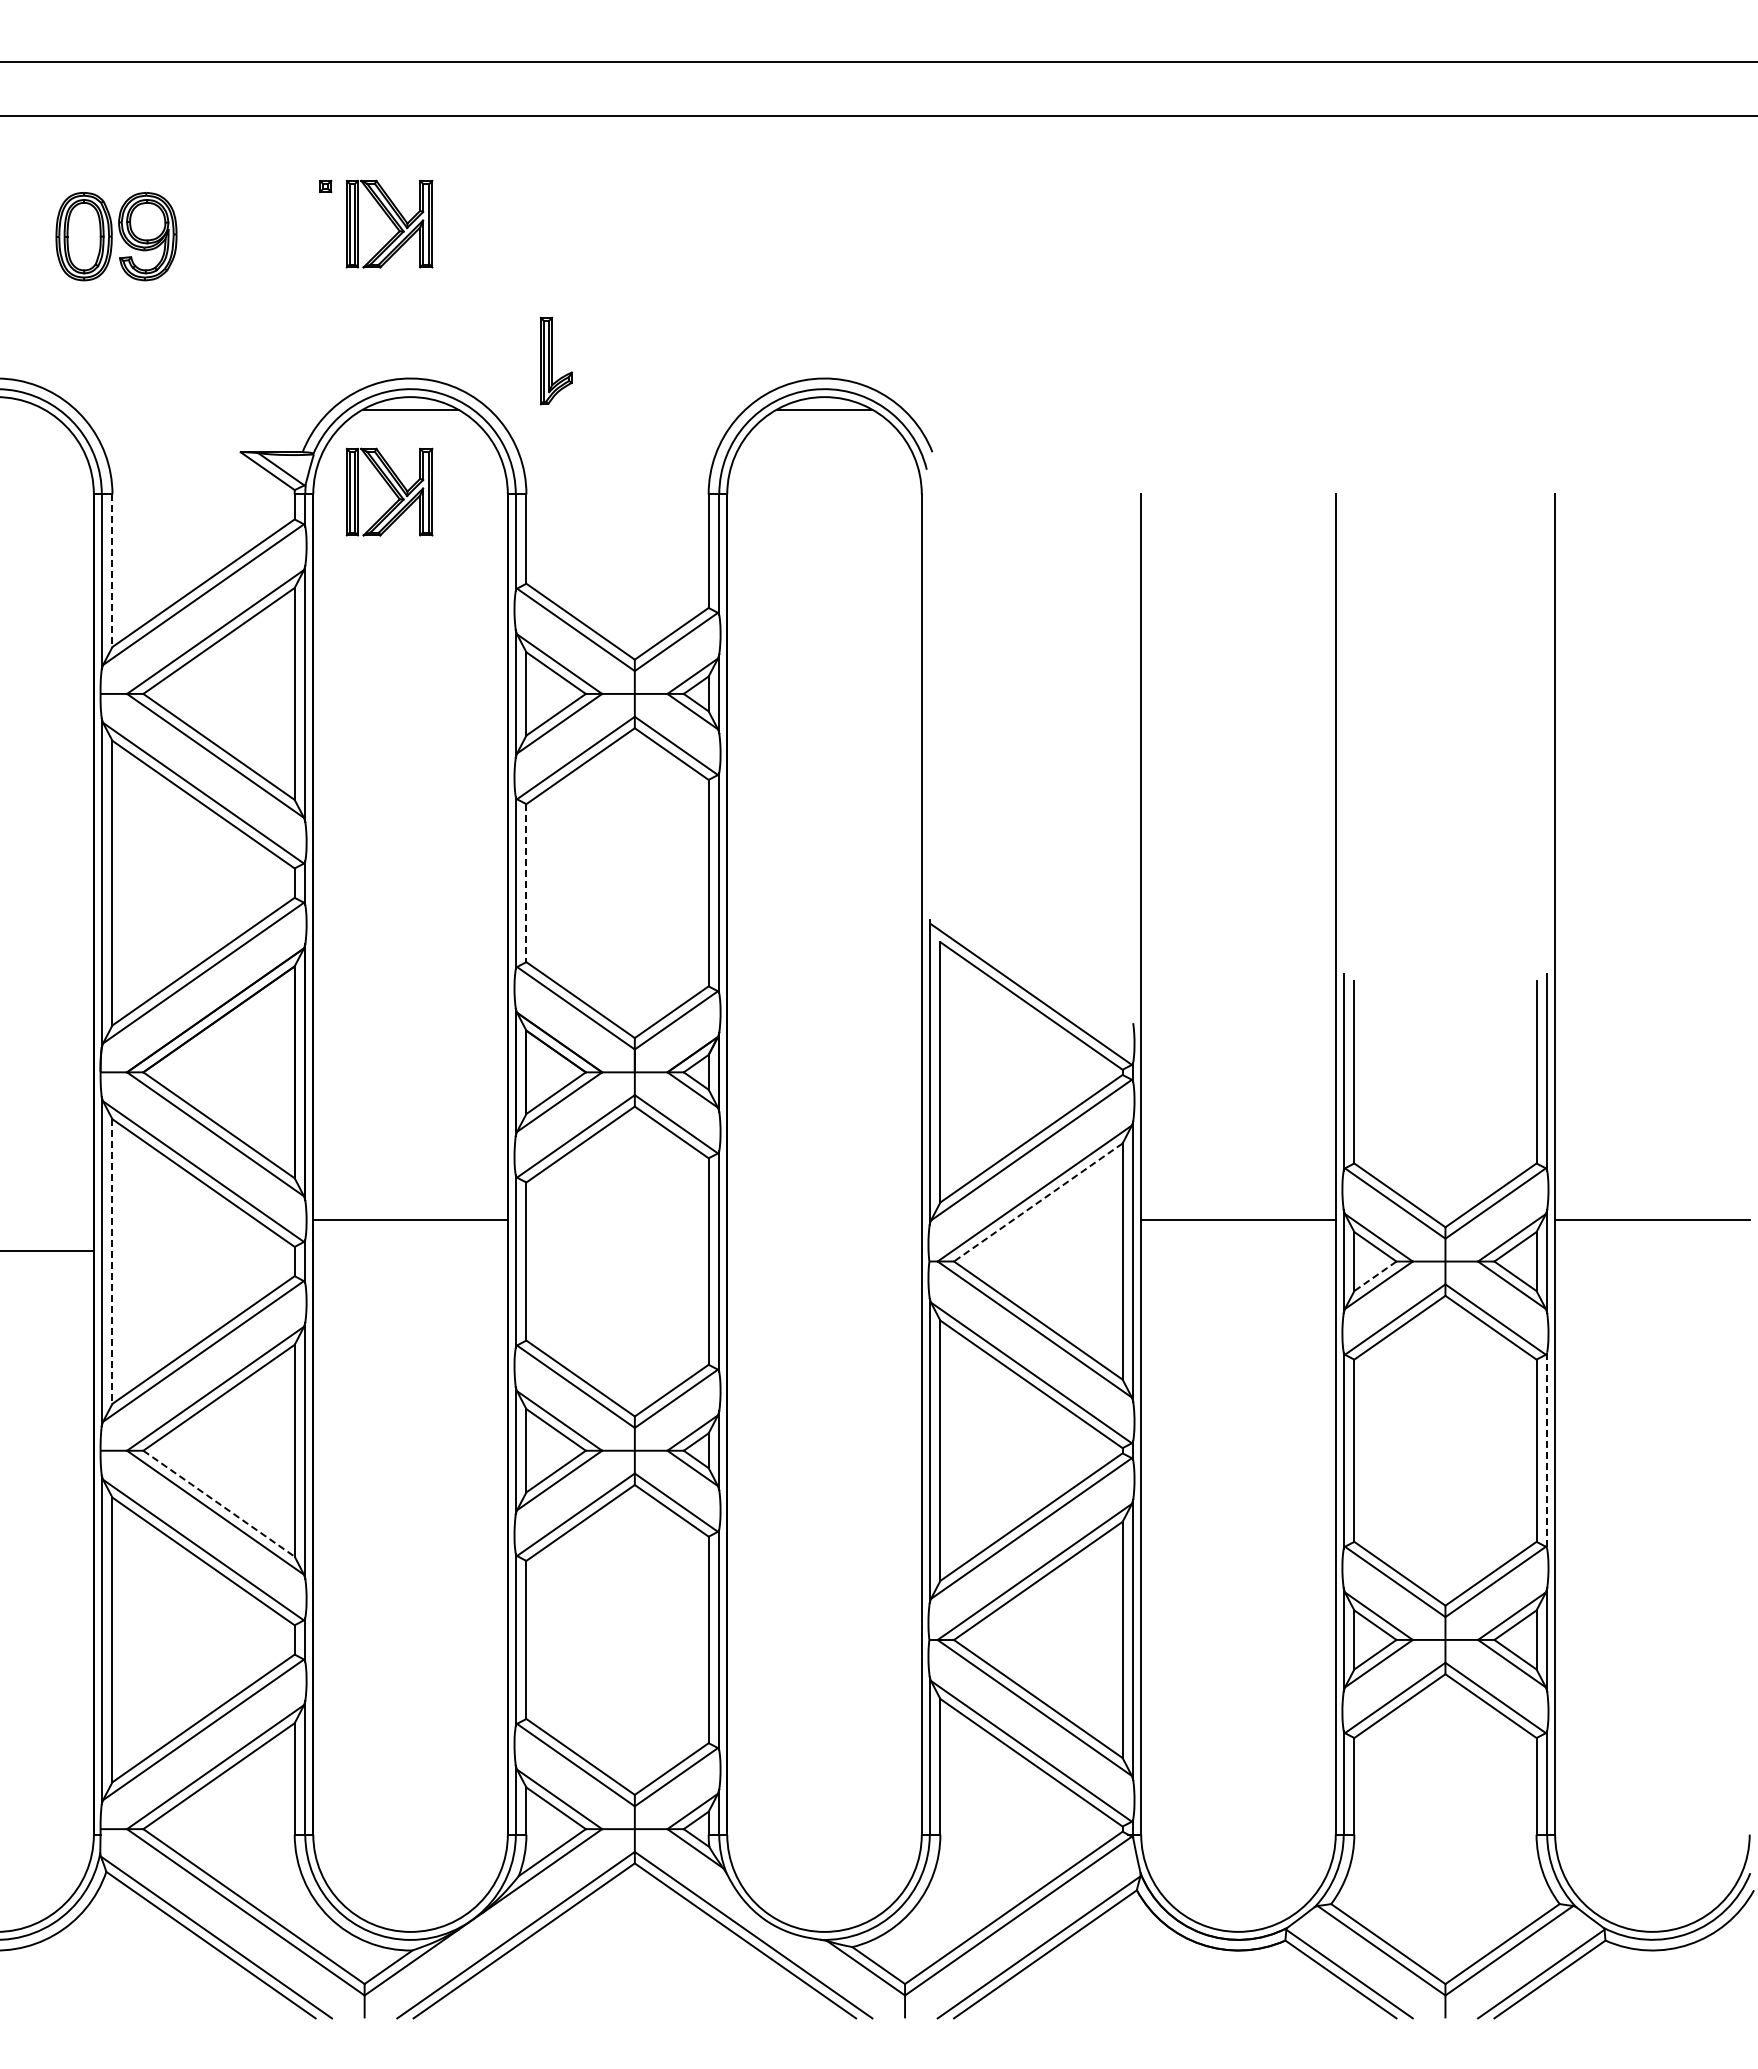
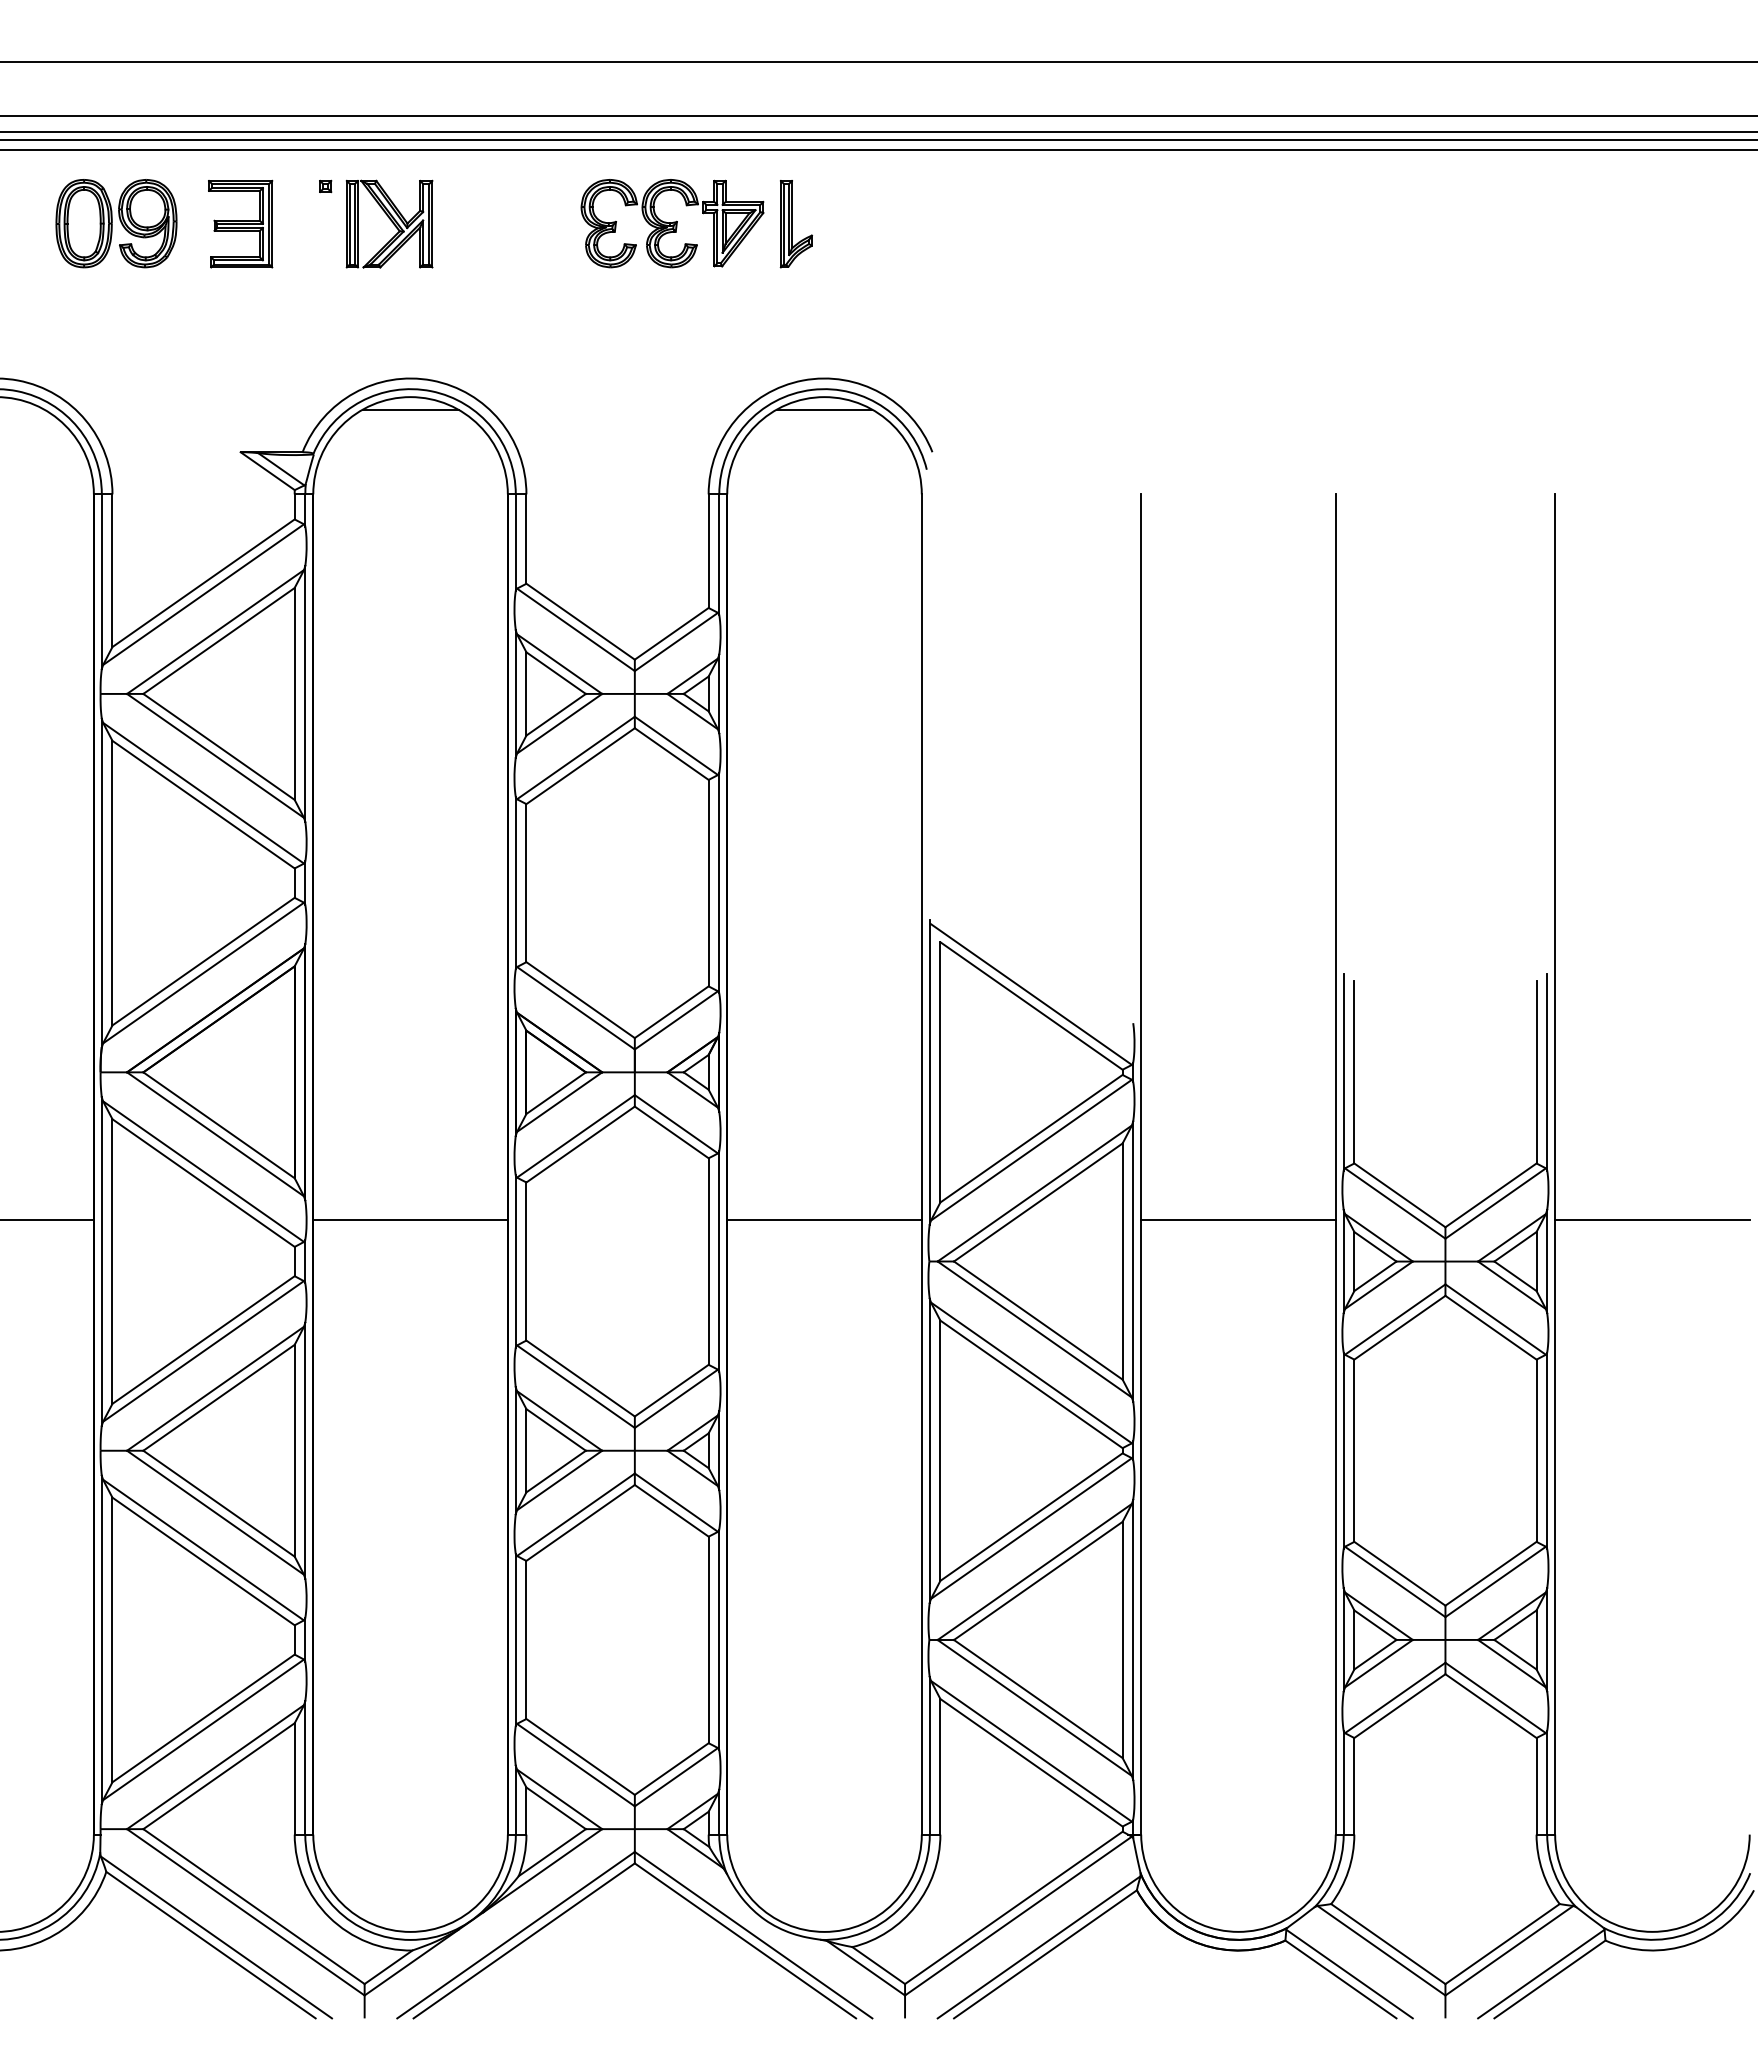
line at (878, 132): none -> present
line at (878, 139): none -> present
line at (878, 150): none -> present
part at (240, 223): none -> present
part at (672, 223): none -> present
part at (116, 236) position: (116, 236) -> (116, 223)
part at (555, 361) position: (555, 361) -> (795, 224)
part at (389, 491): present -> none
line at (112, 571): dashed -> solid
line at (526, 883): dashed -> solid
line at (1038, 1202): dashed -> solid
line at (824, 1220): none -> present
line at (47, 1251) position: (47, 1251) -> (47, 1220)
line at (112, 1262): dashed -> solid
line at (1375, 1276): dashed -> solid
line at (1547, 1451): dashed -> solid
line at (219, 1504): dashed -> solid
